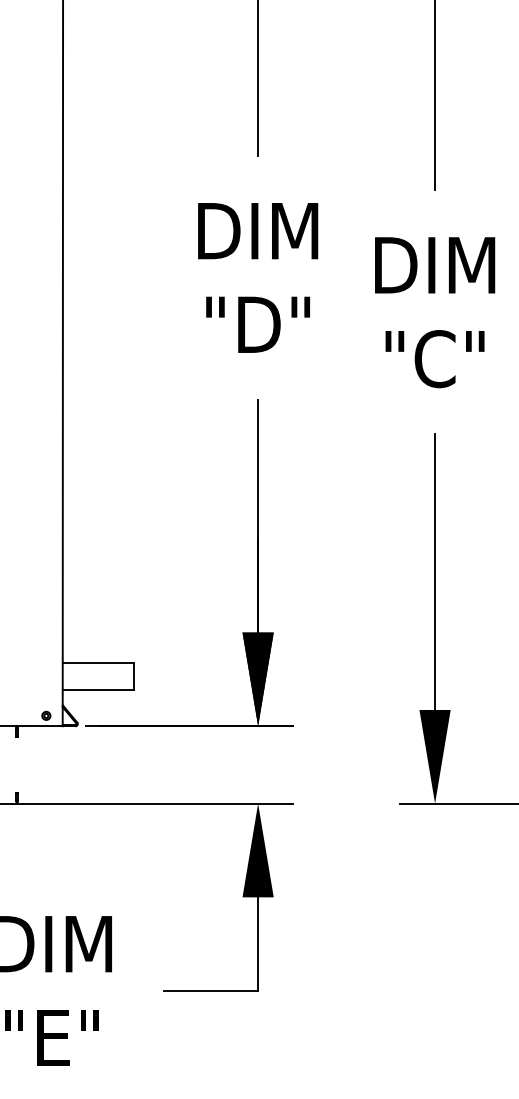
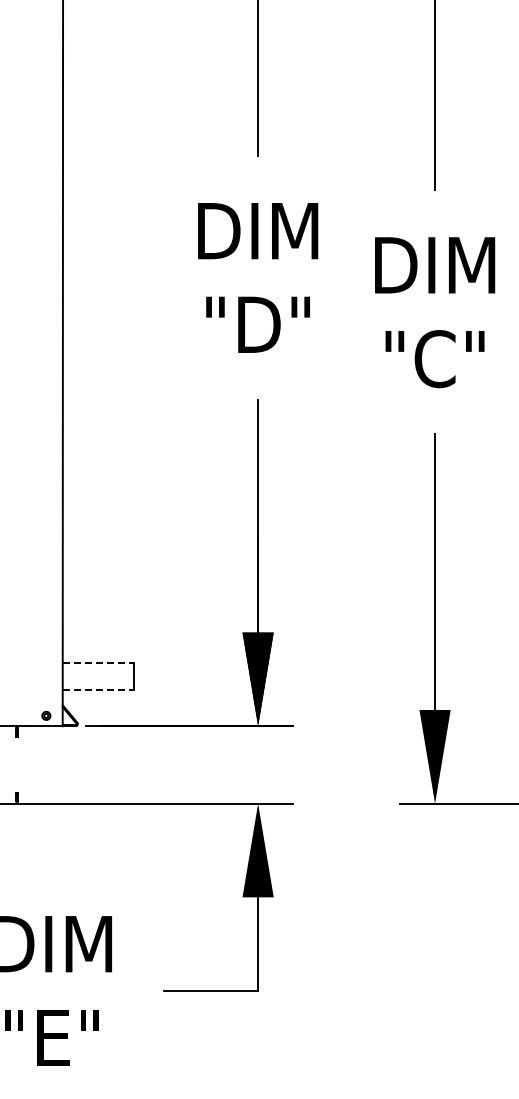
line at (98, 663): solid -> dashed
line at (98, 690): solid -> dashed
